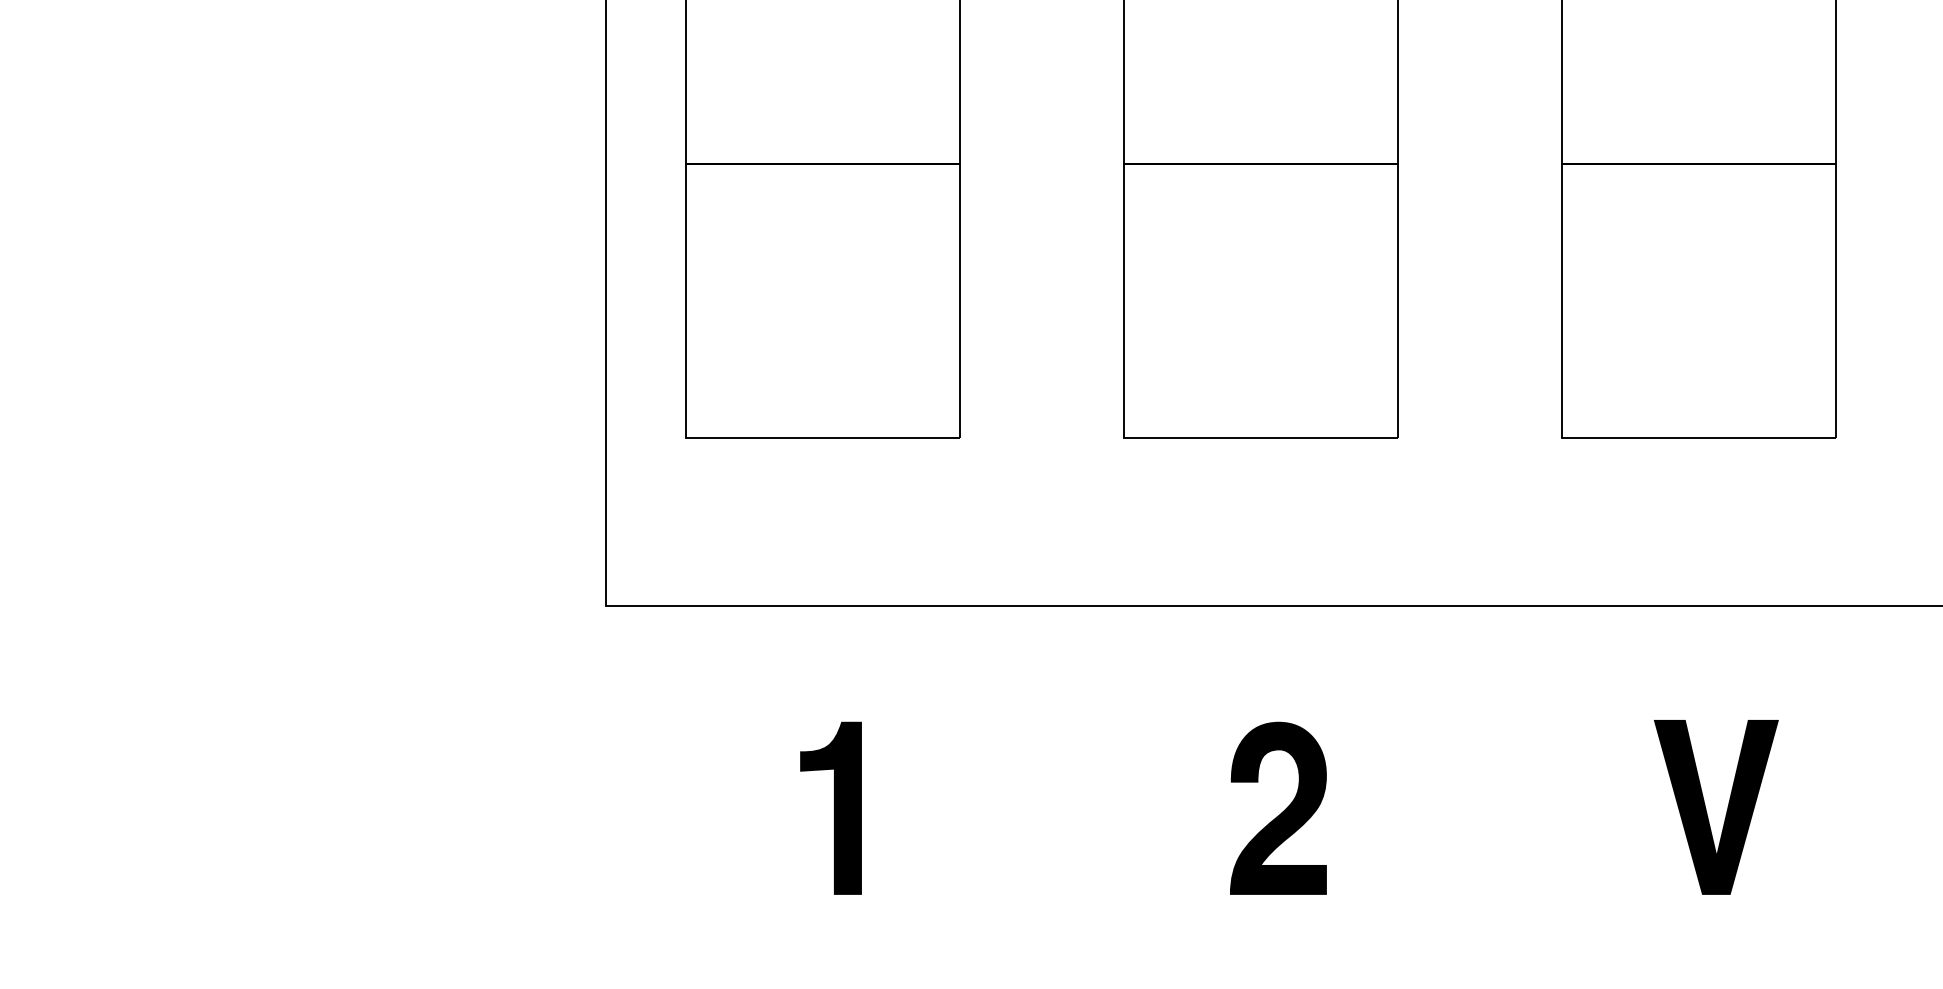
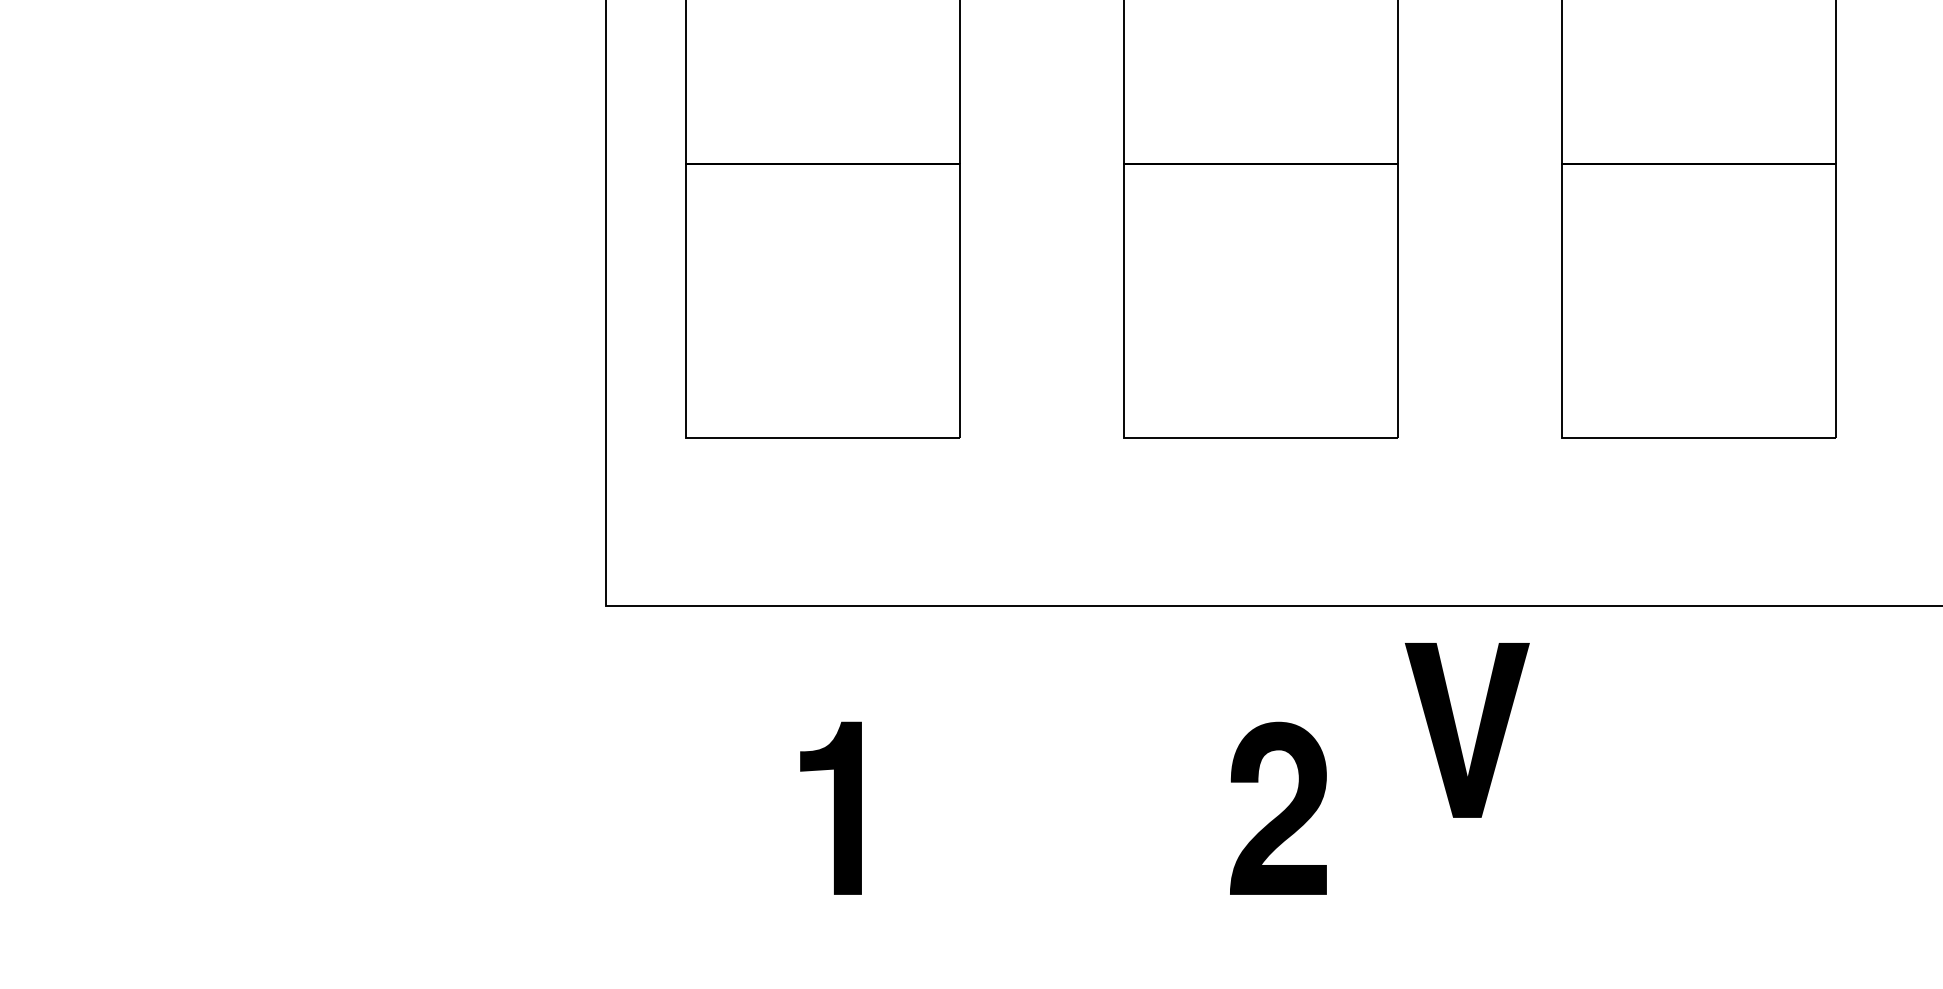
part at (1706, 808) position: (1706, 808) -> (1457, 731)
